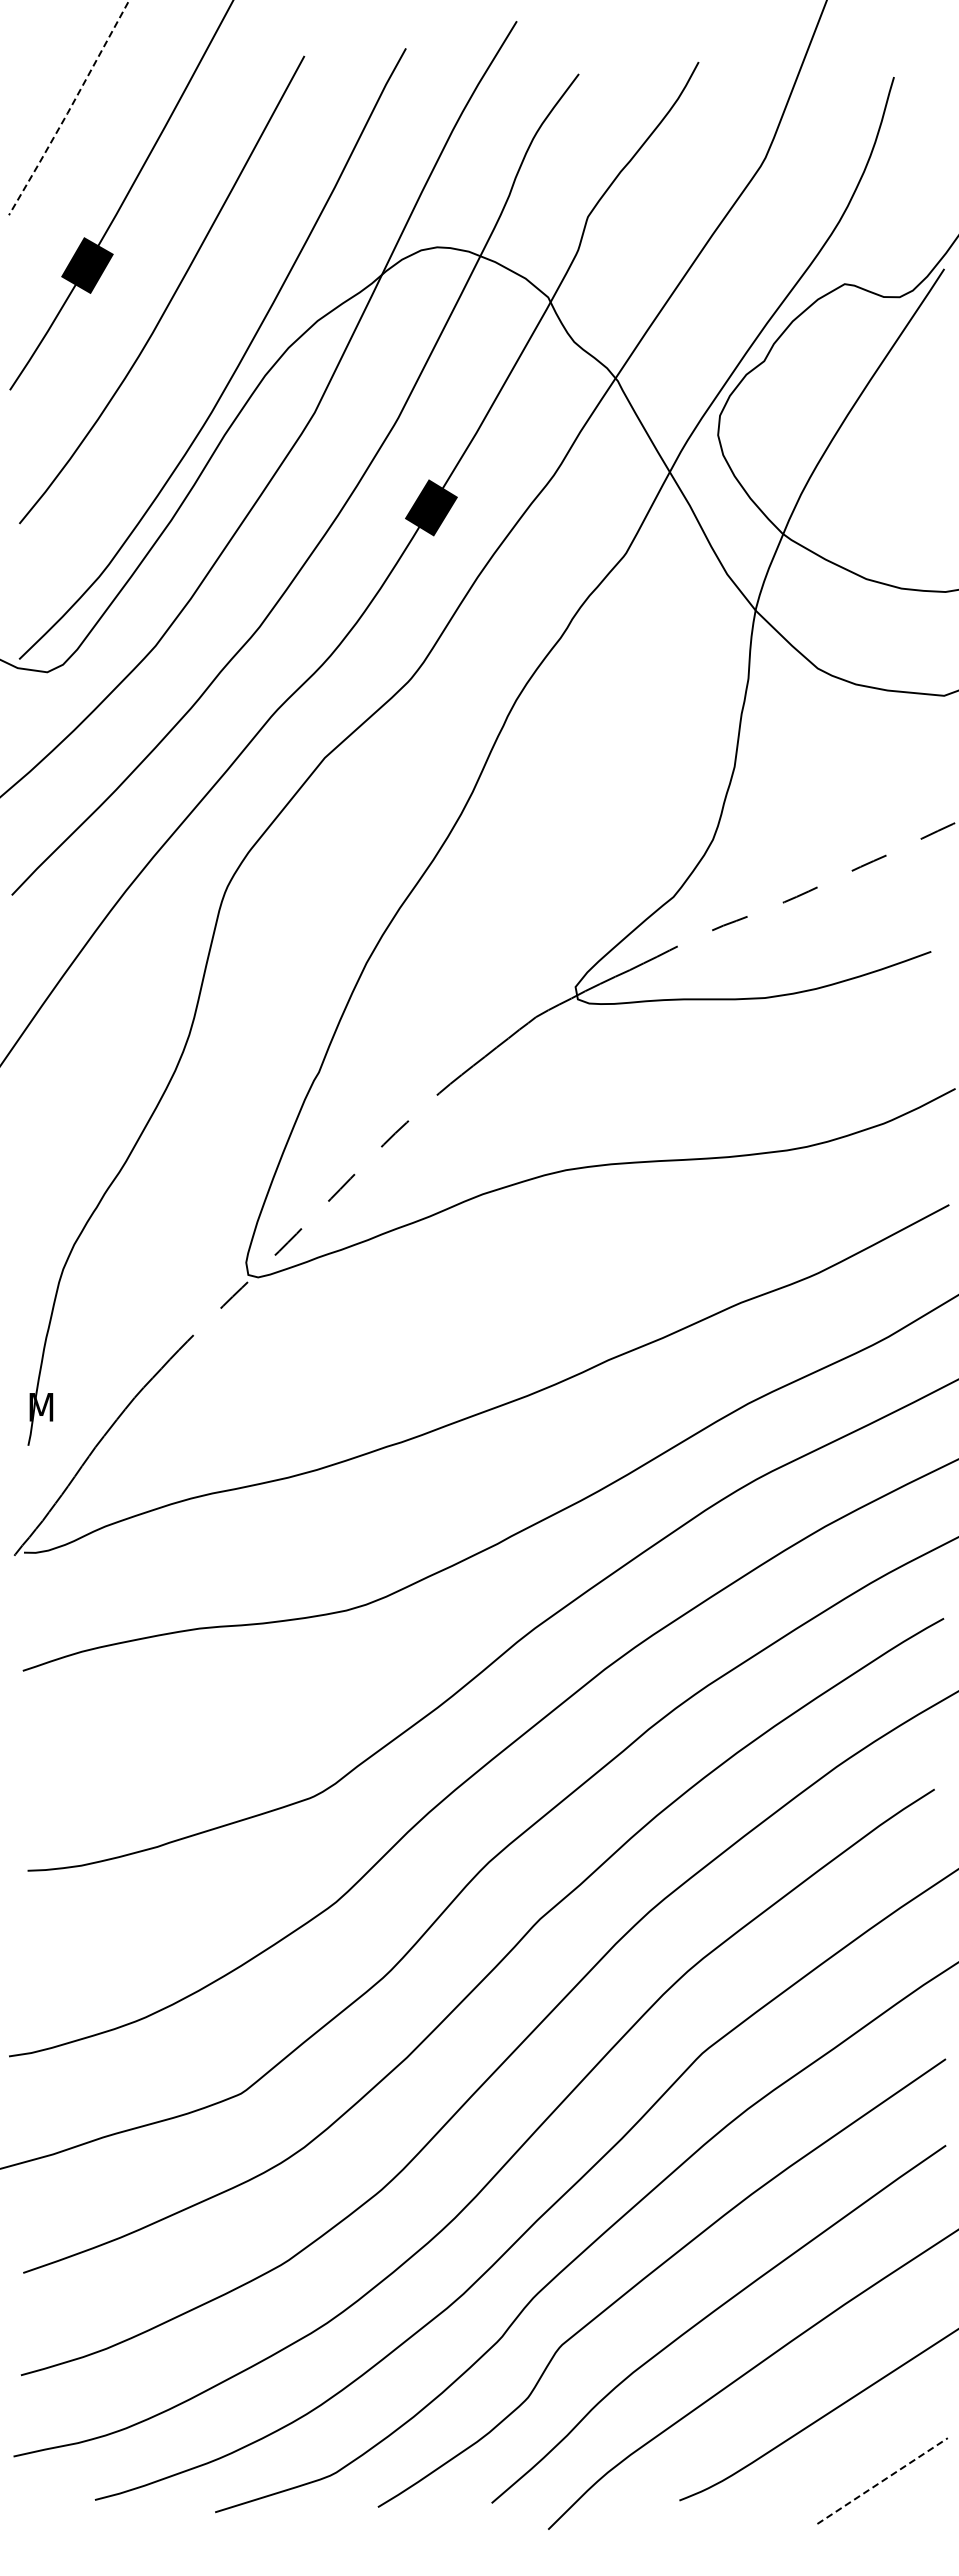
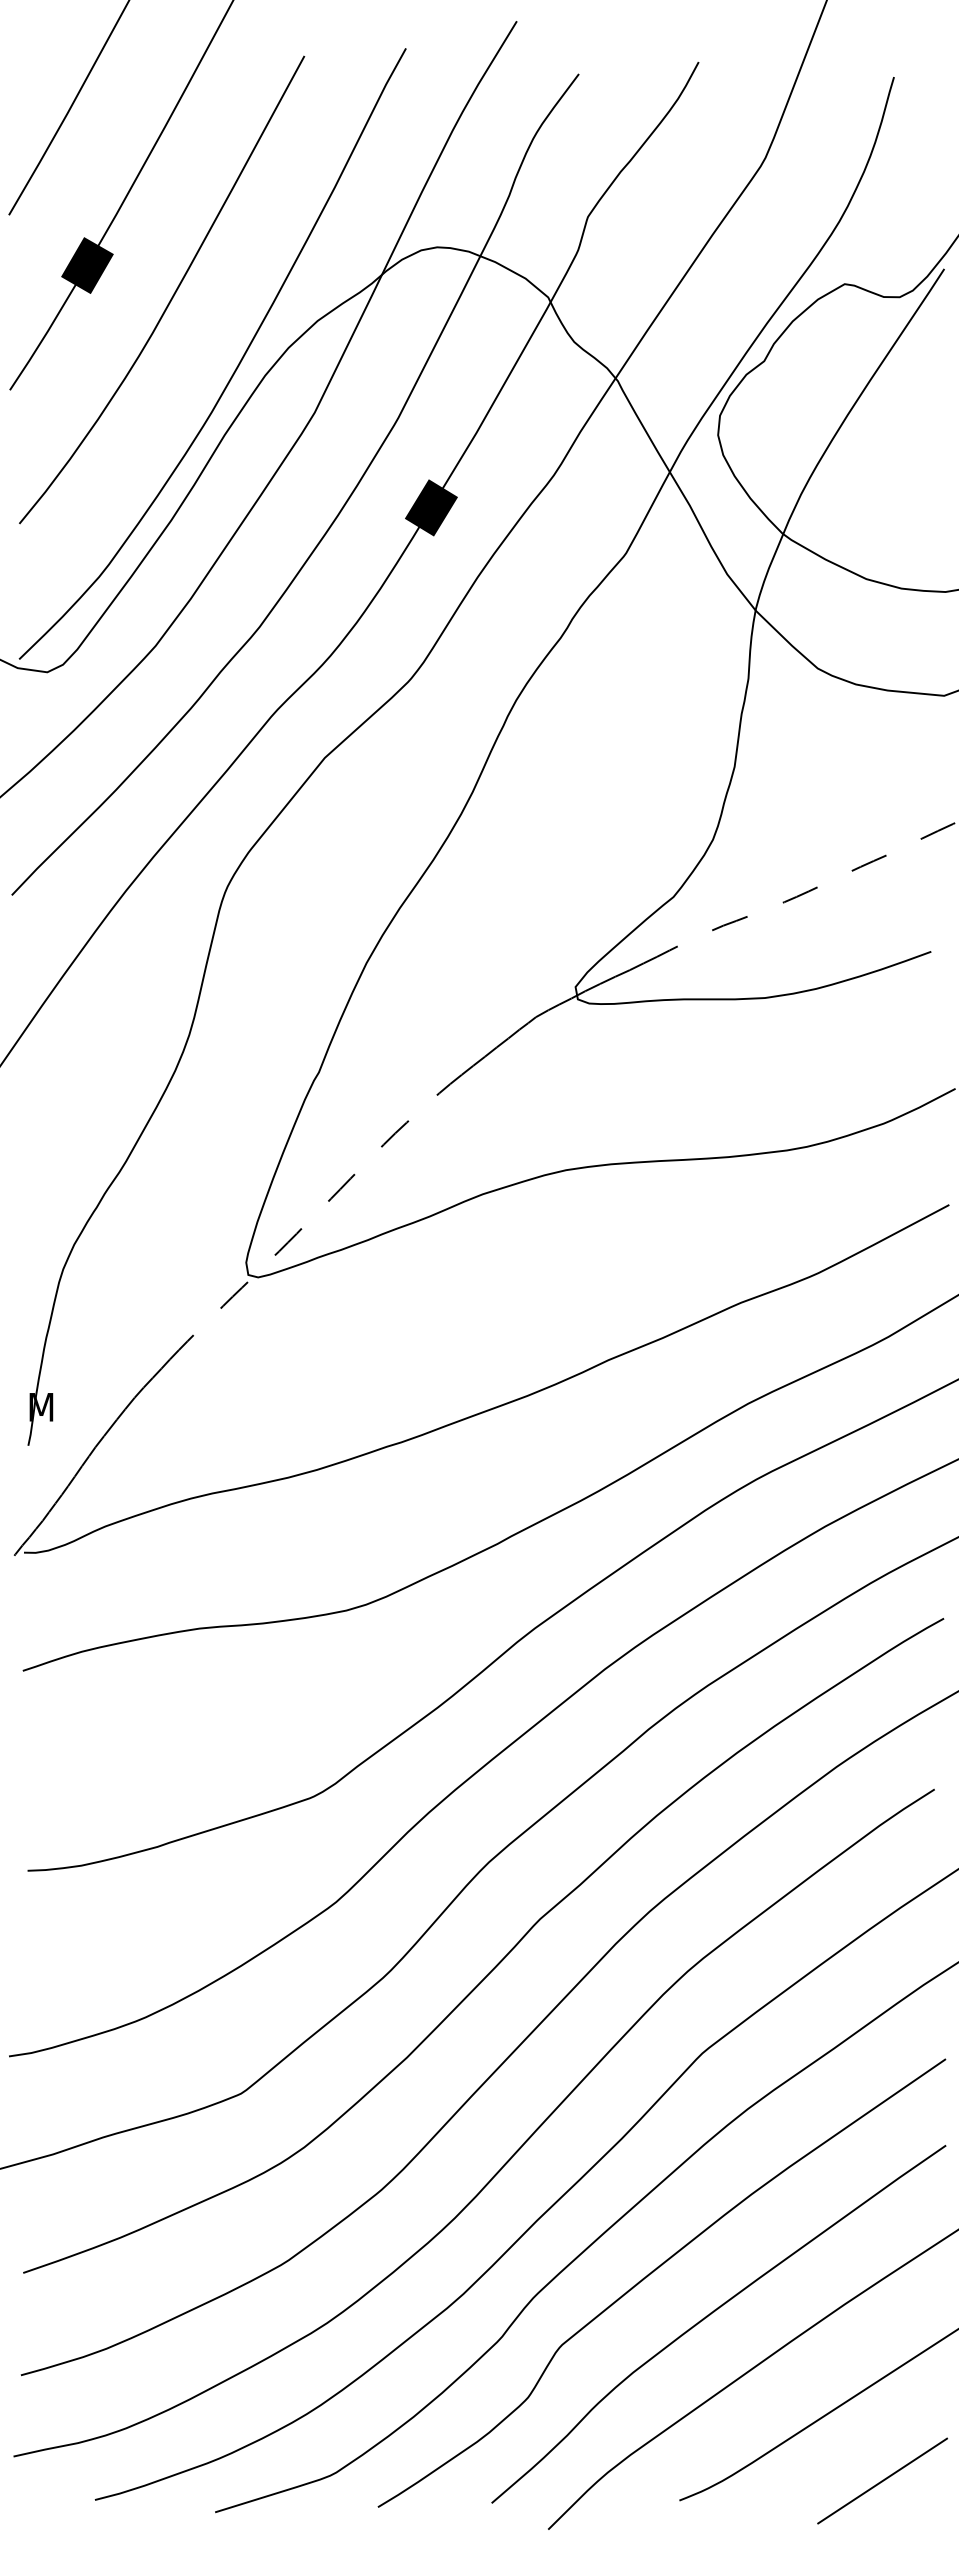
line at (69, 109): dashed -> solid
line at (883, 2480): dashed -> solid
